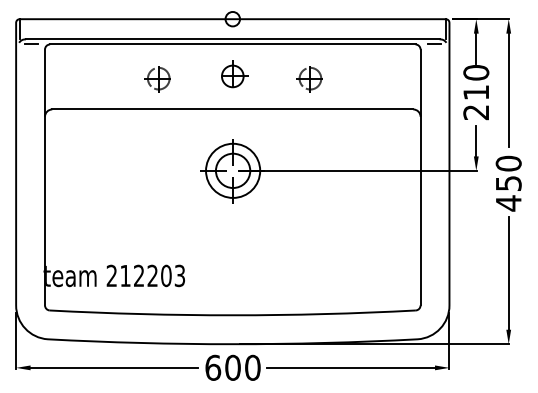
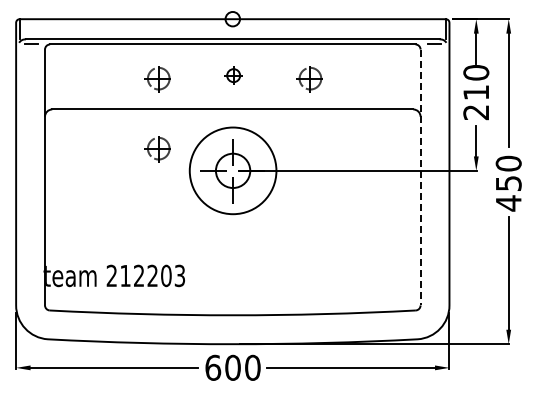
part at (234, 74) size: 28x29 px -> 19x19 px
part at (157, 149): none -> present
circle at (233, 170) diameter: 54 px -> 87 px
line at (420, 177): solid -> dashed
